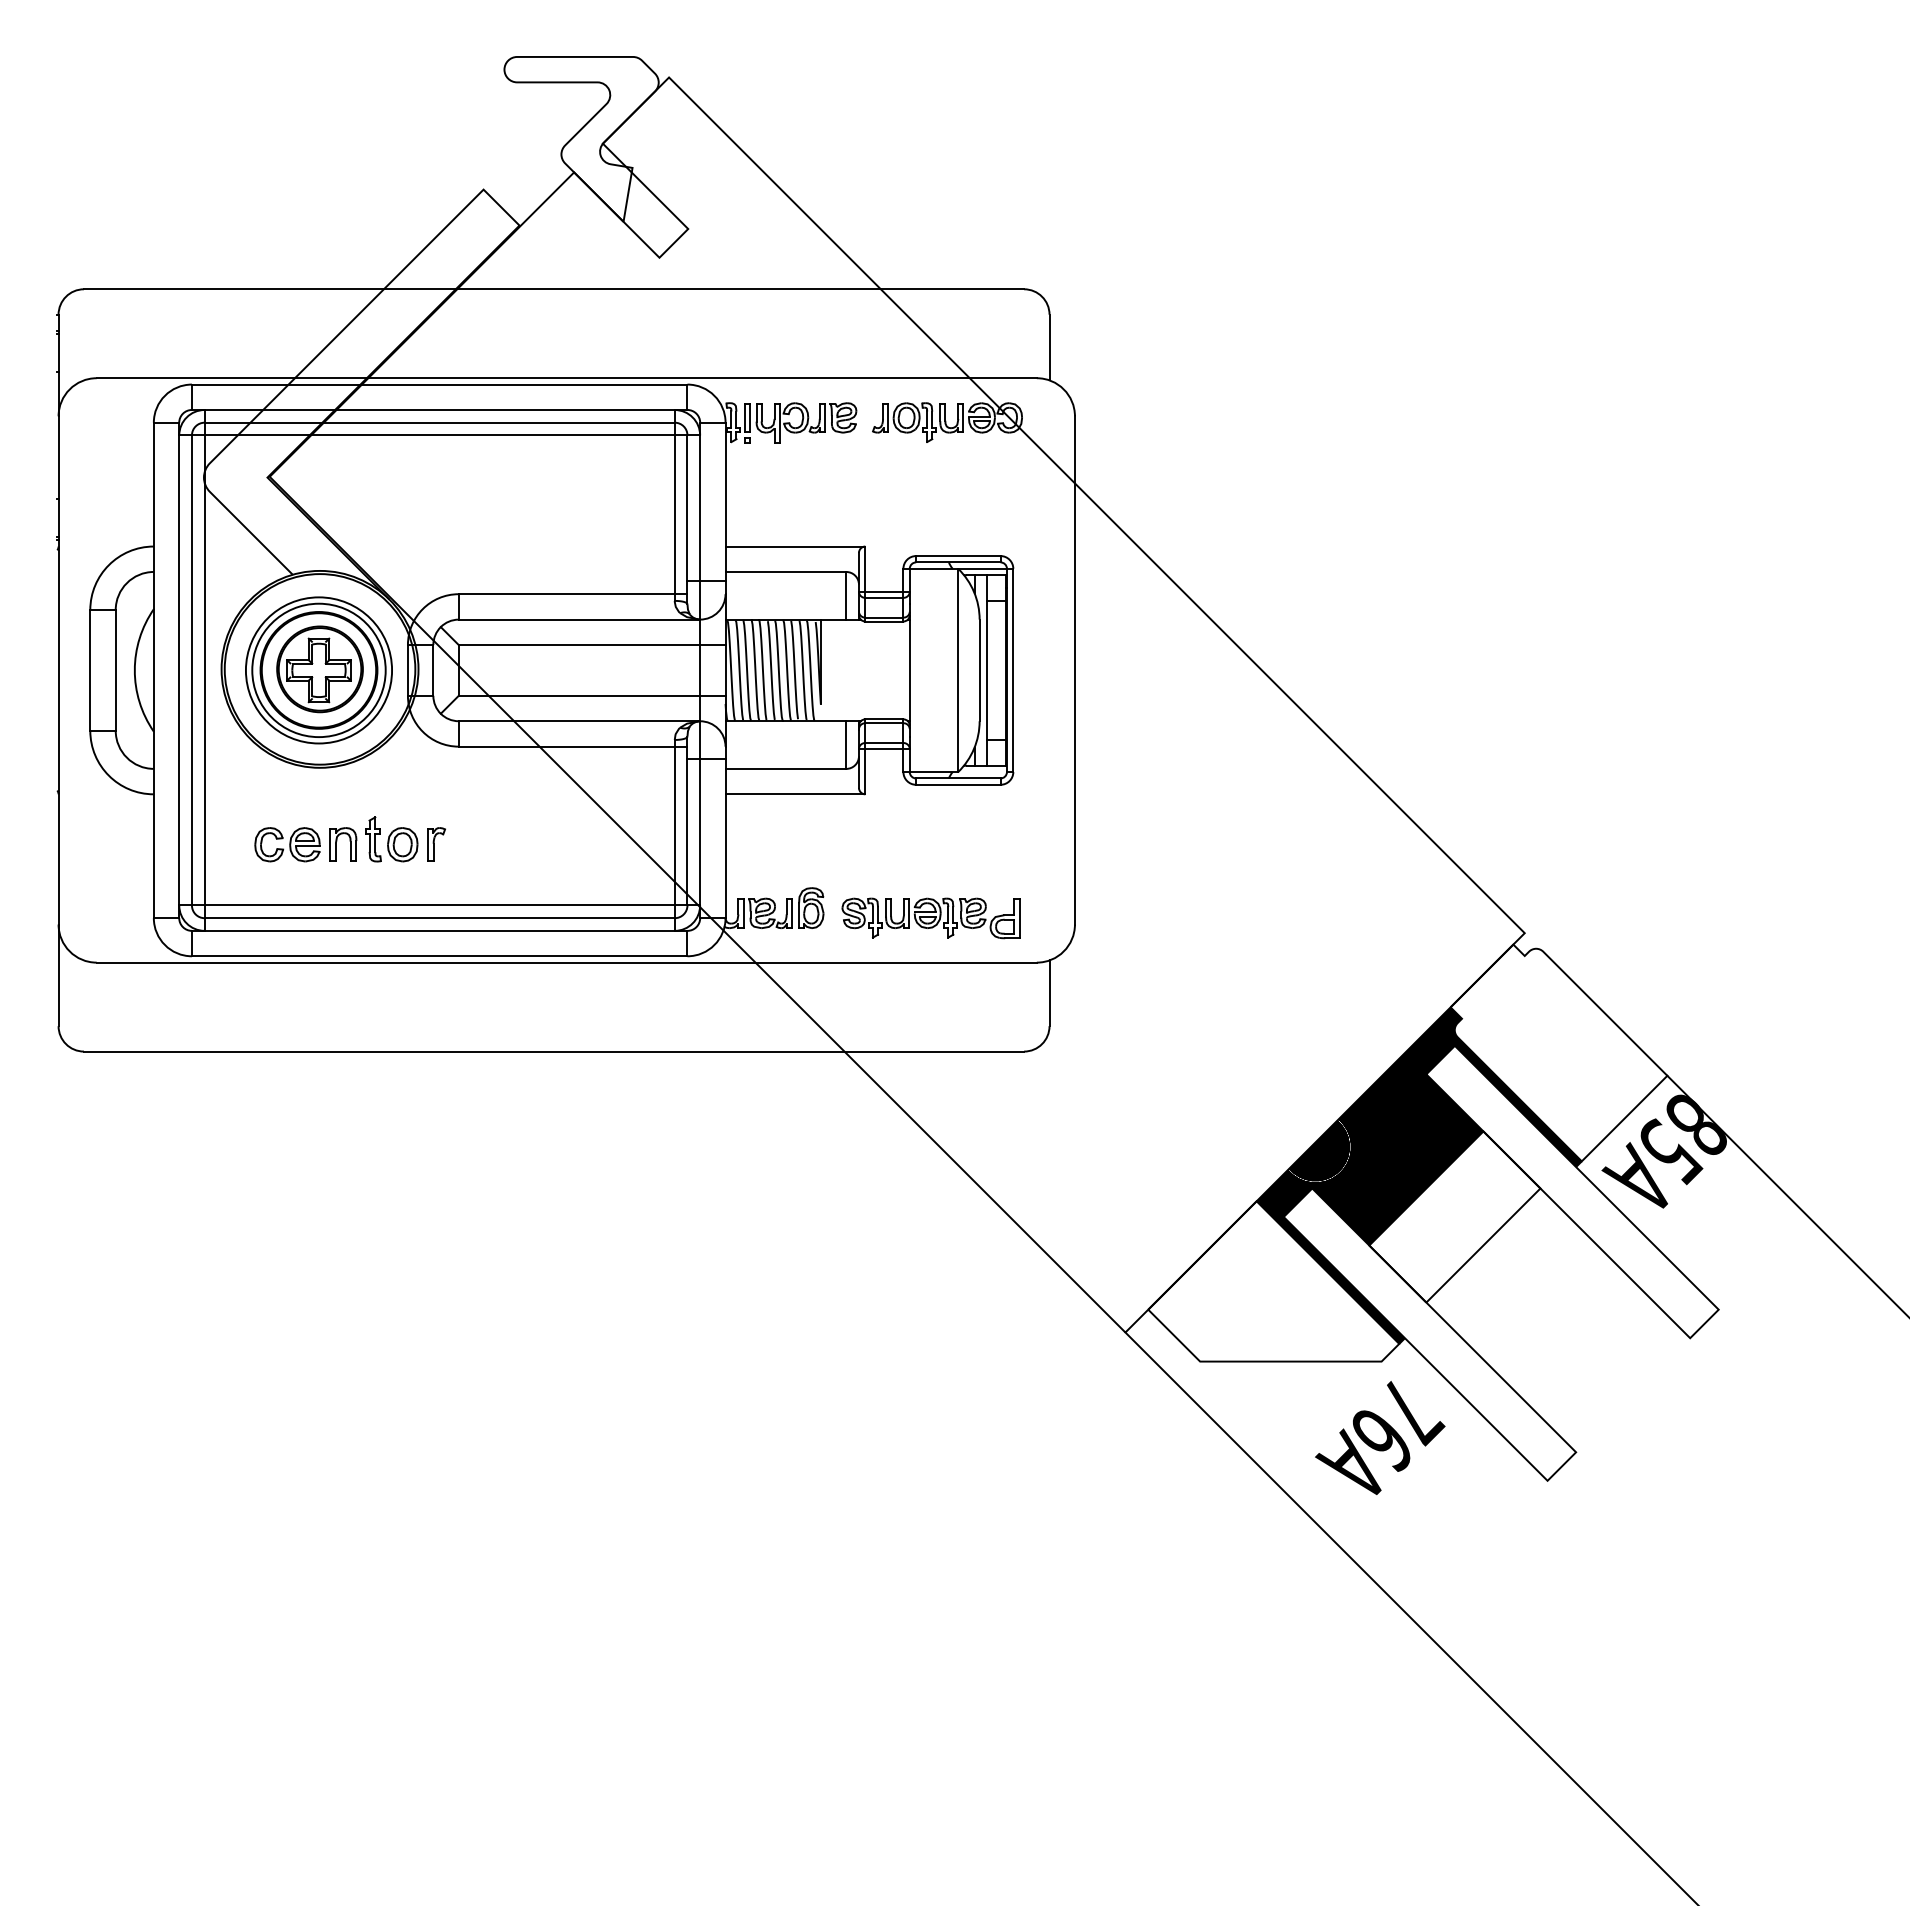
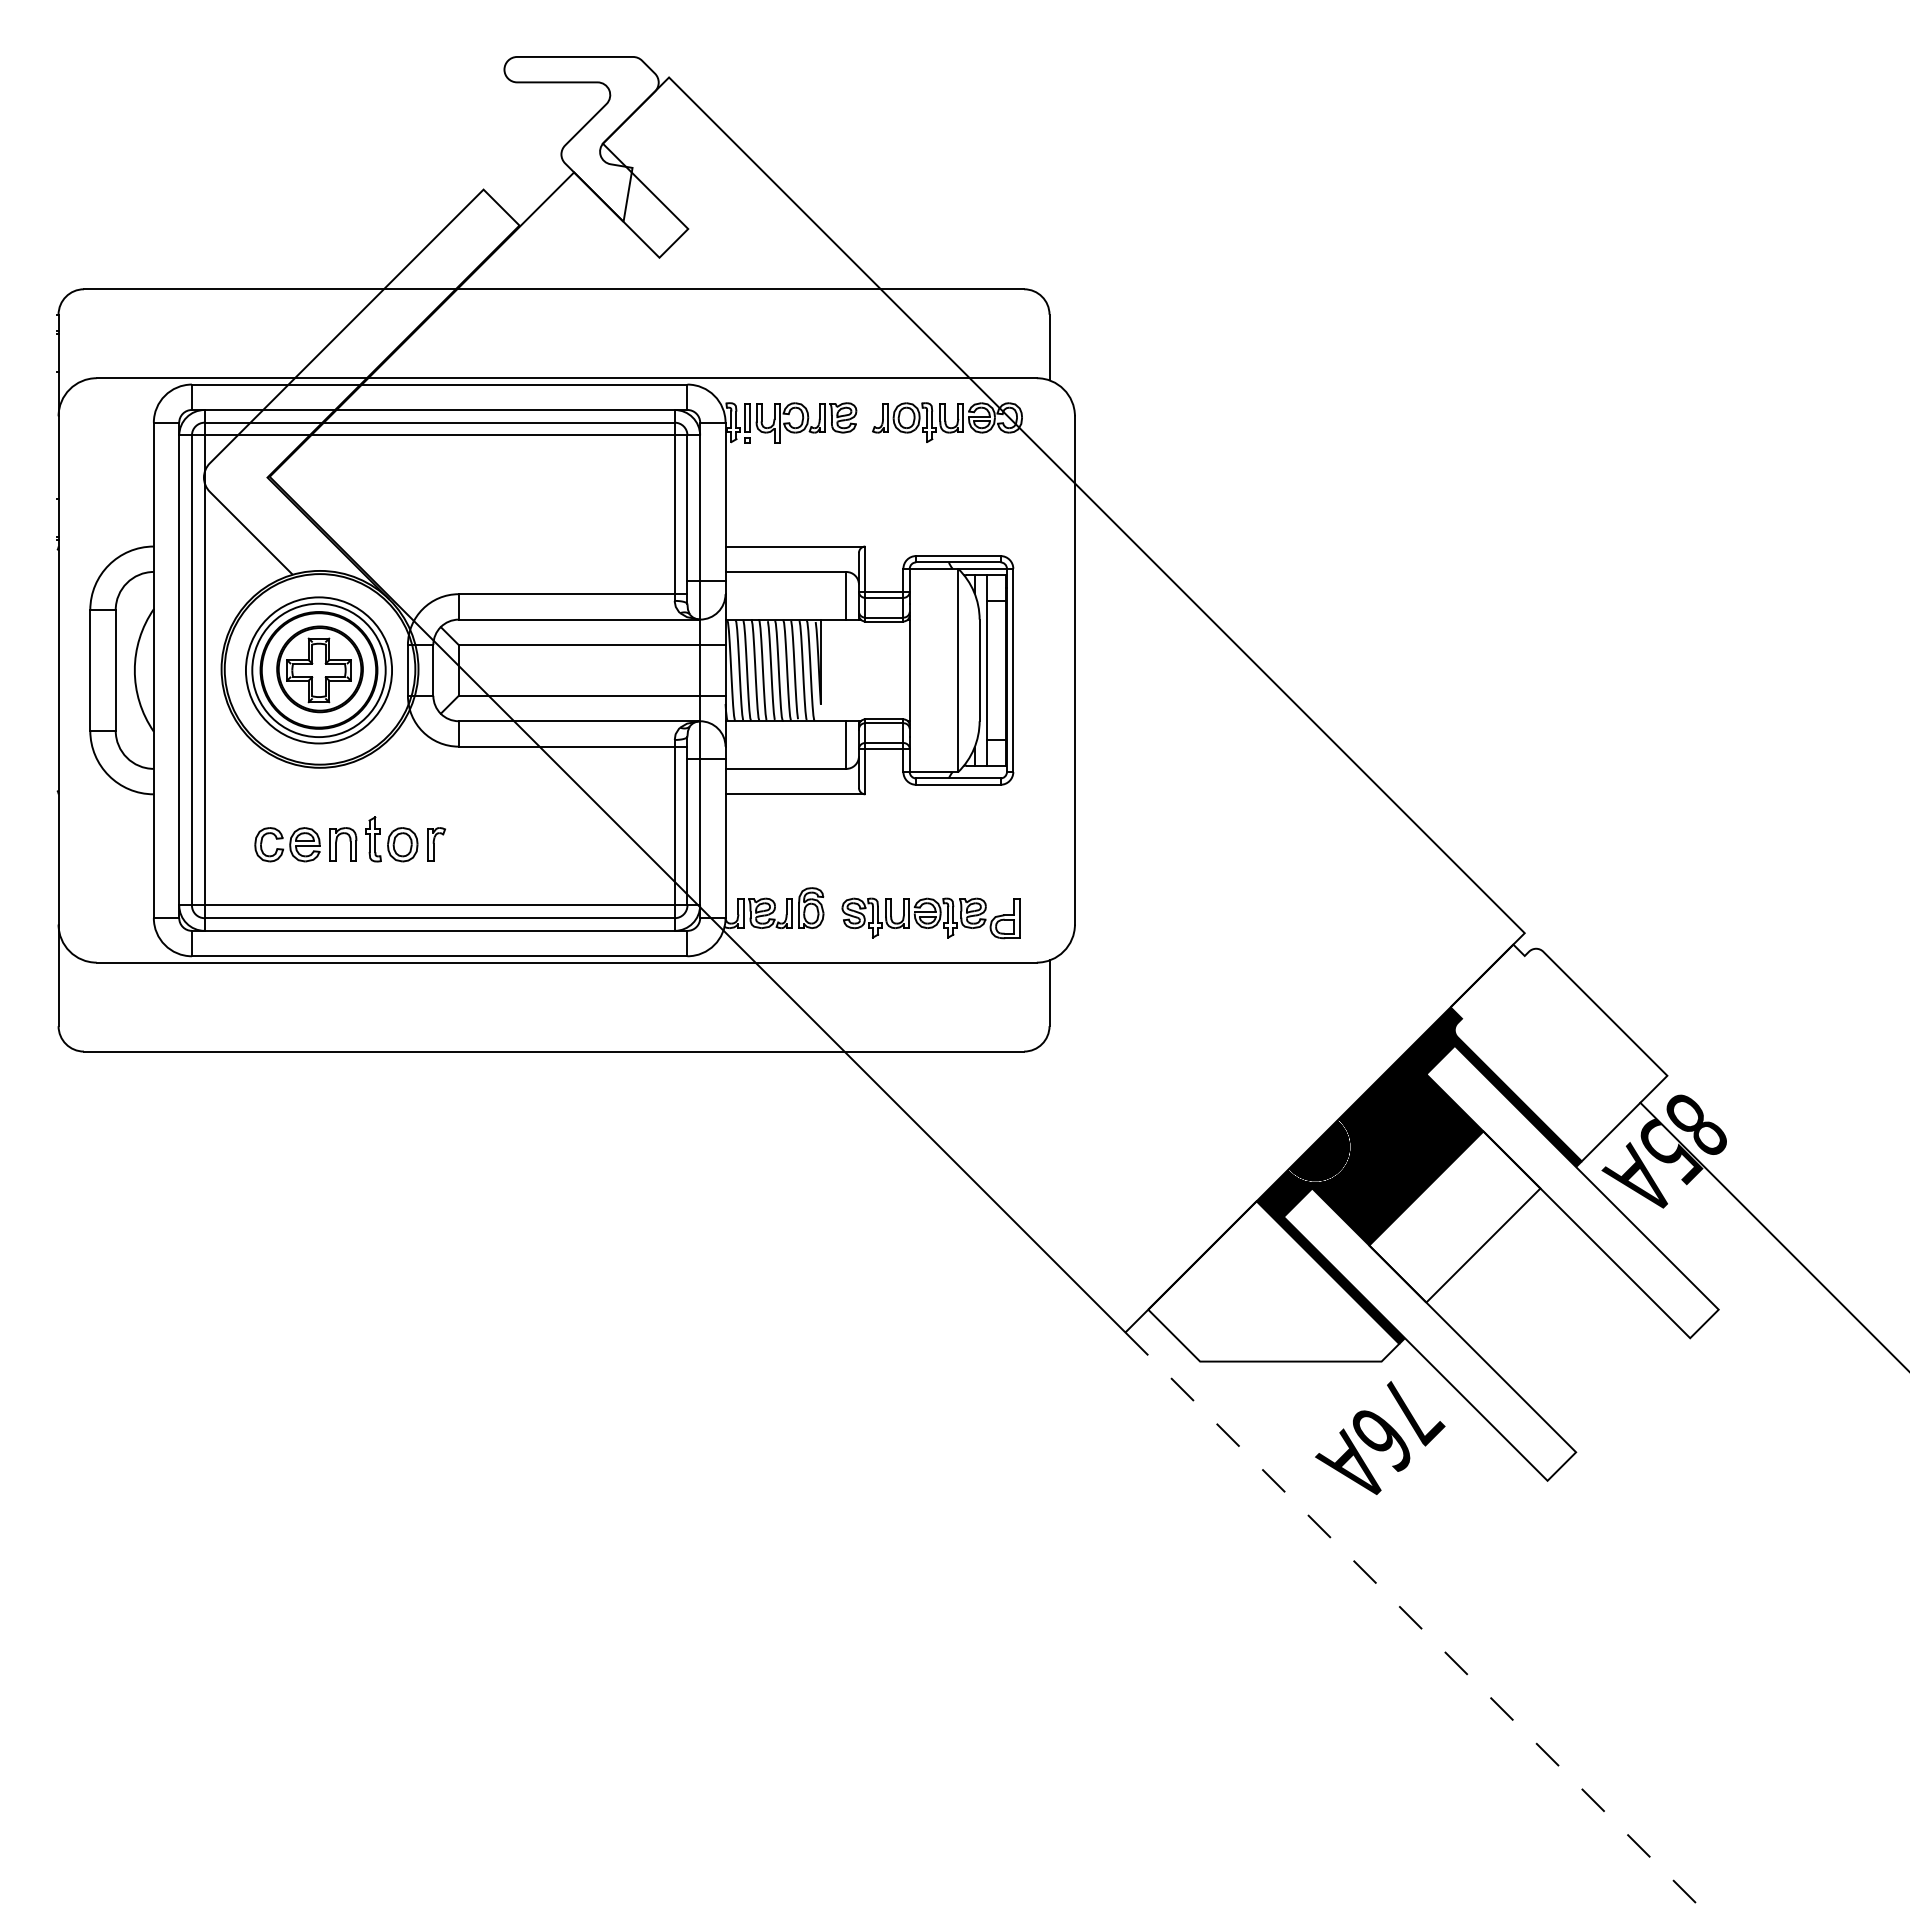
line at (1786, 1194) position: (1786, 1194) -> (1773, 1235)
line at (1412, 1619): solid -> dashed
